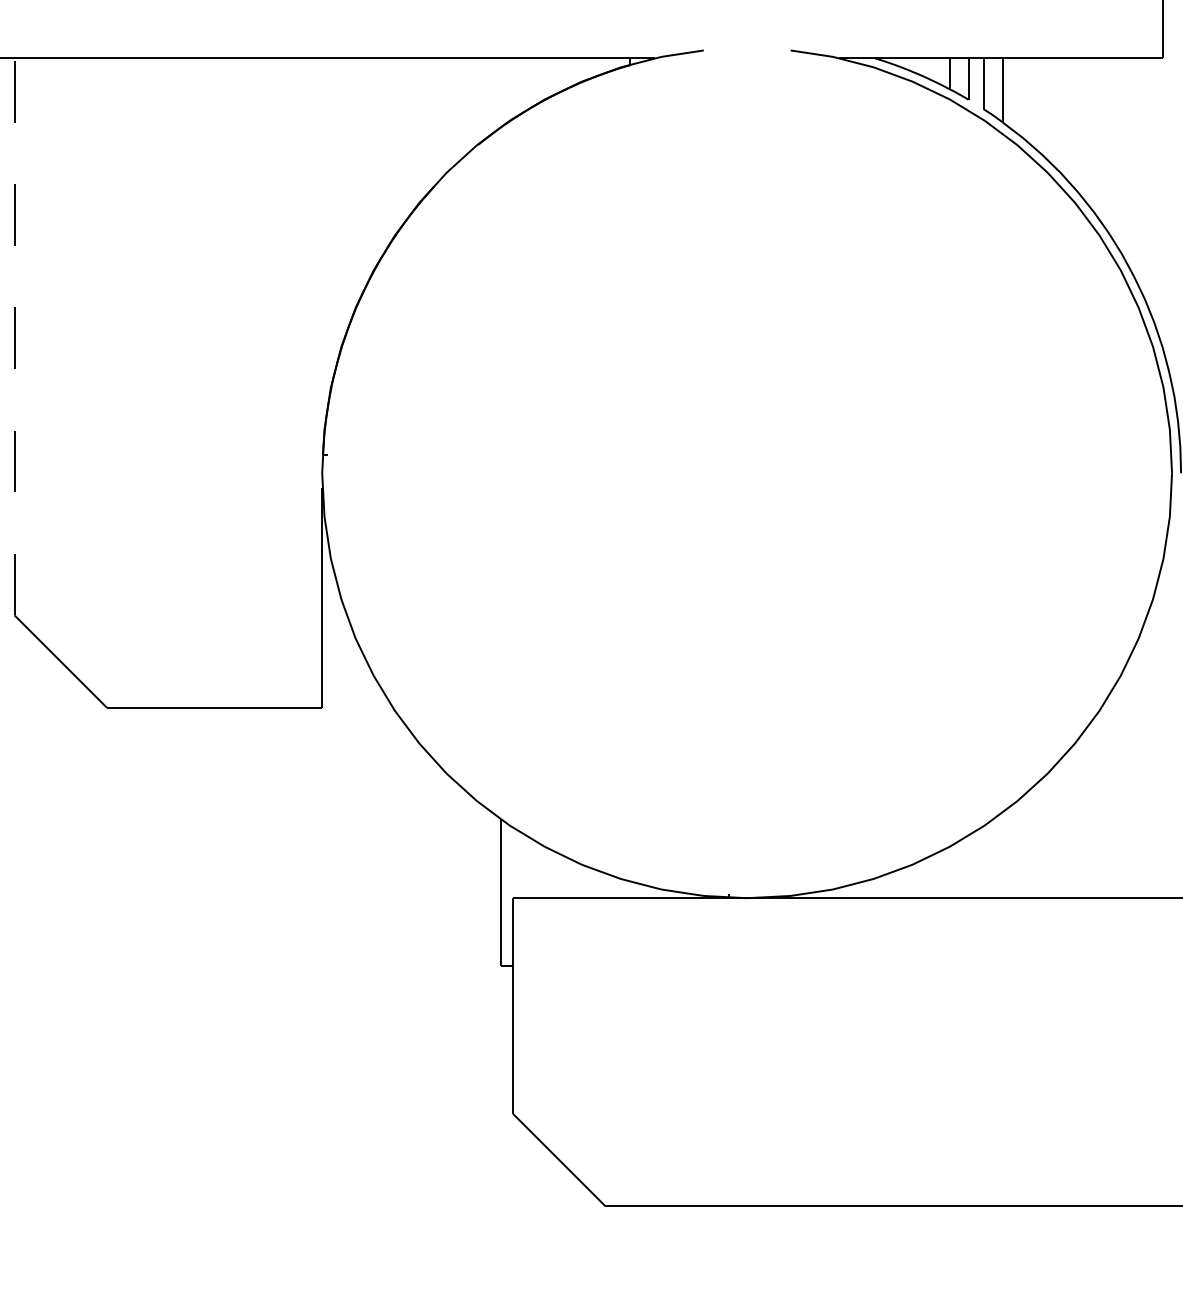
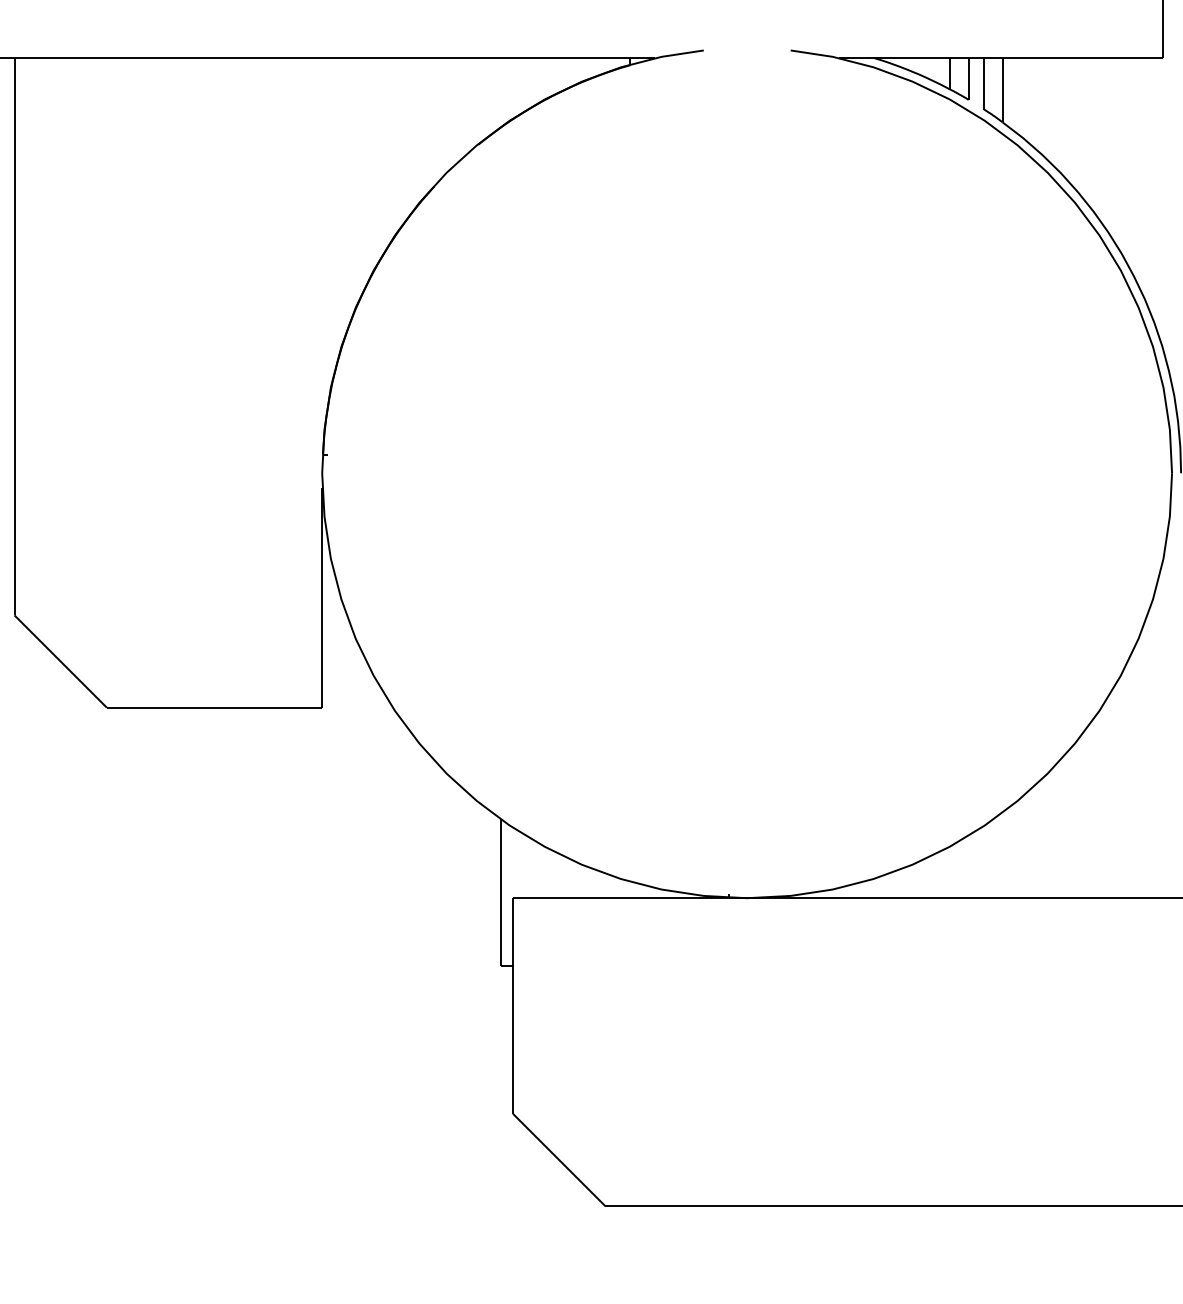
line at (14, 336): dashed -> solid
